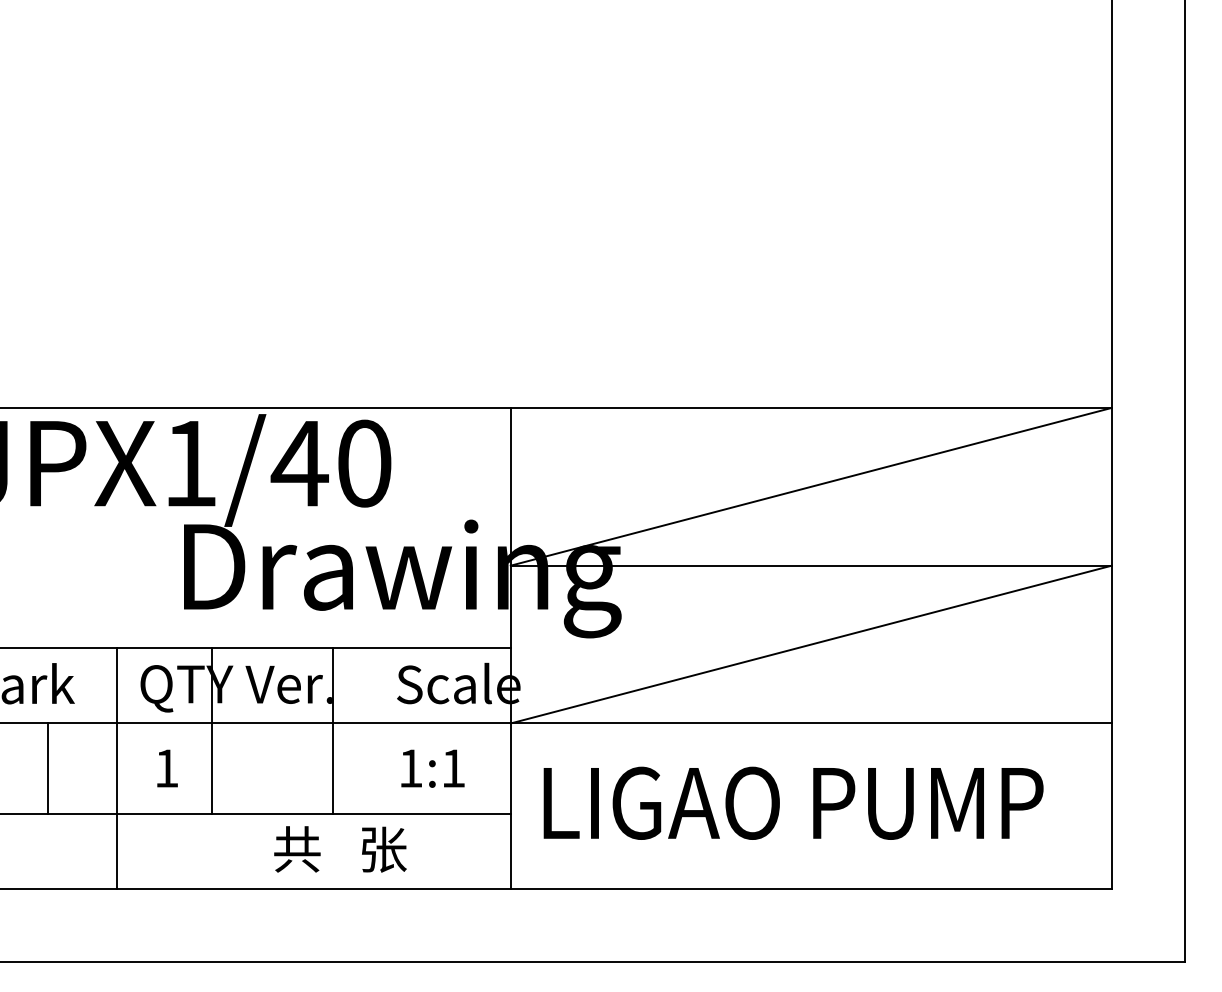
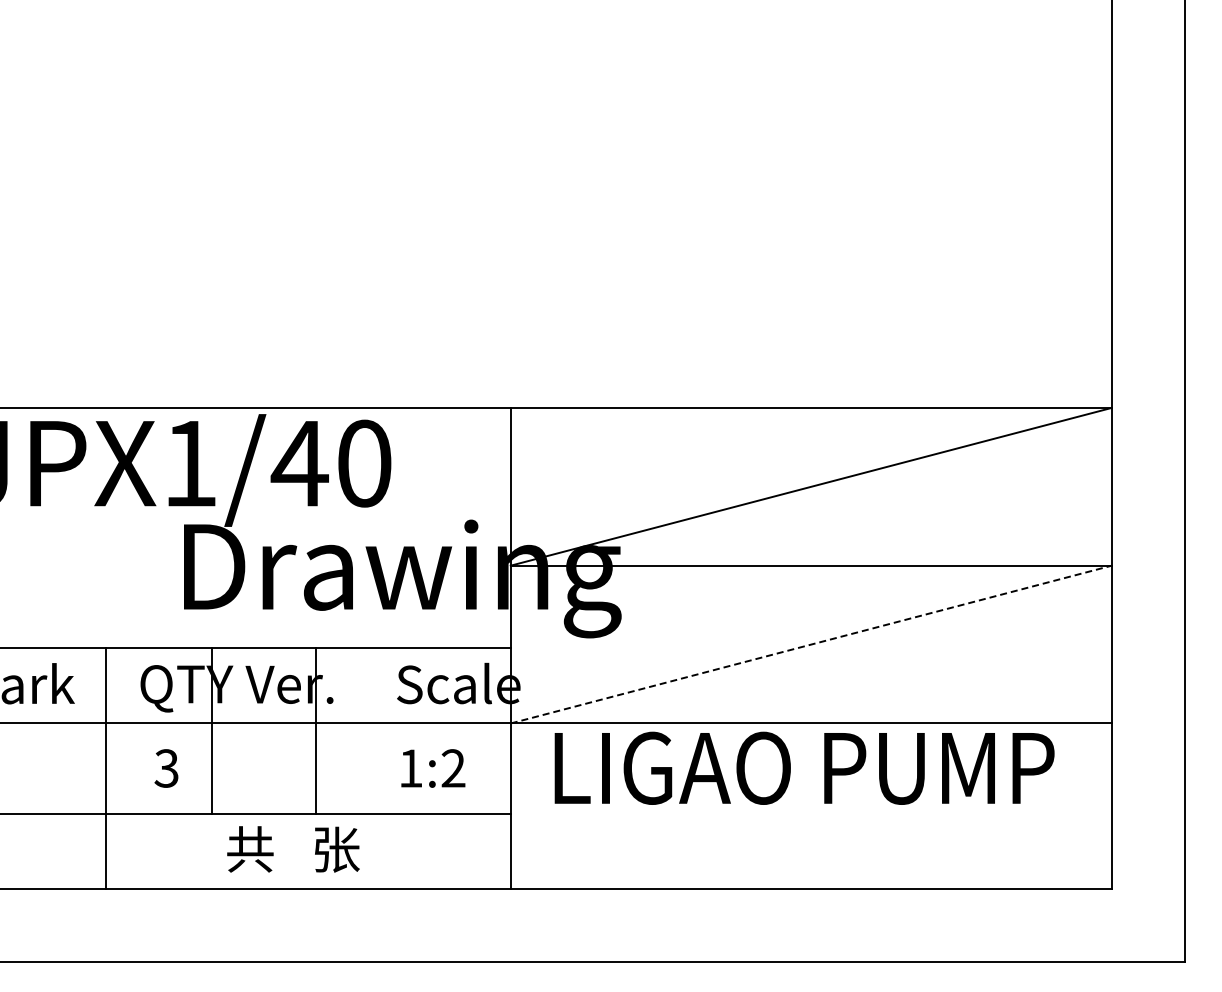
line at (811, 644): solid -> dashed
line at (333, 730) position: (333, 730) -> (316, 730)
line at (47, 768): present -> none
line at (116, 768) position: (116, 768) -> (105, 768)
text at (166, 768): 1 -> 3
text at (453, 768): 1:1 -> 1:2
text at (793, 802) position: (793, 802) -> (804, 767)
text at (340, 849) position: (340, 849) -> (293, 849)
